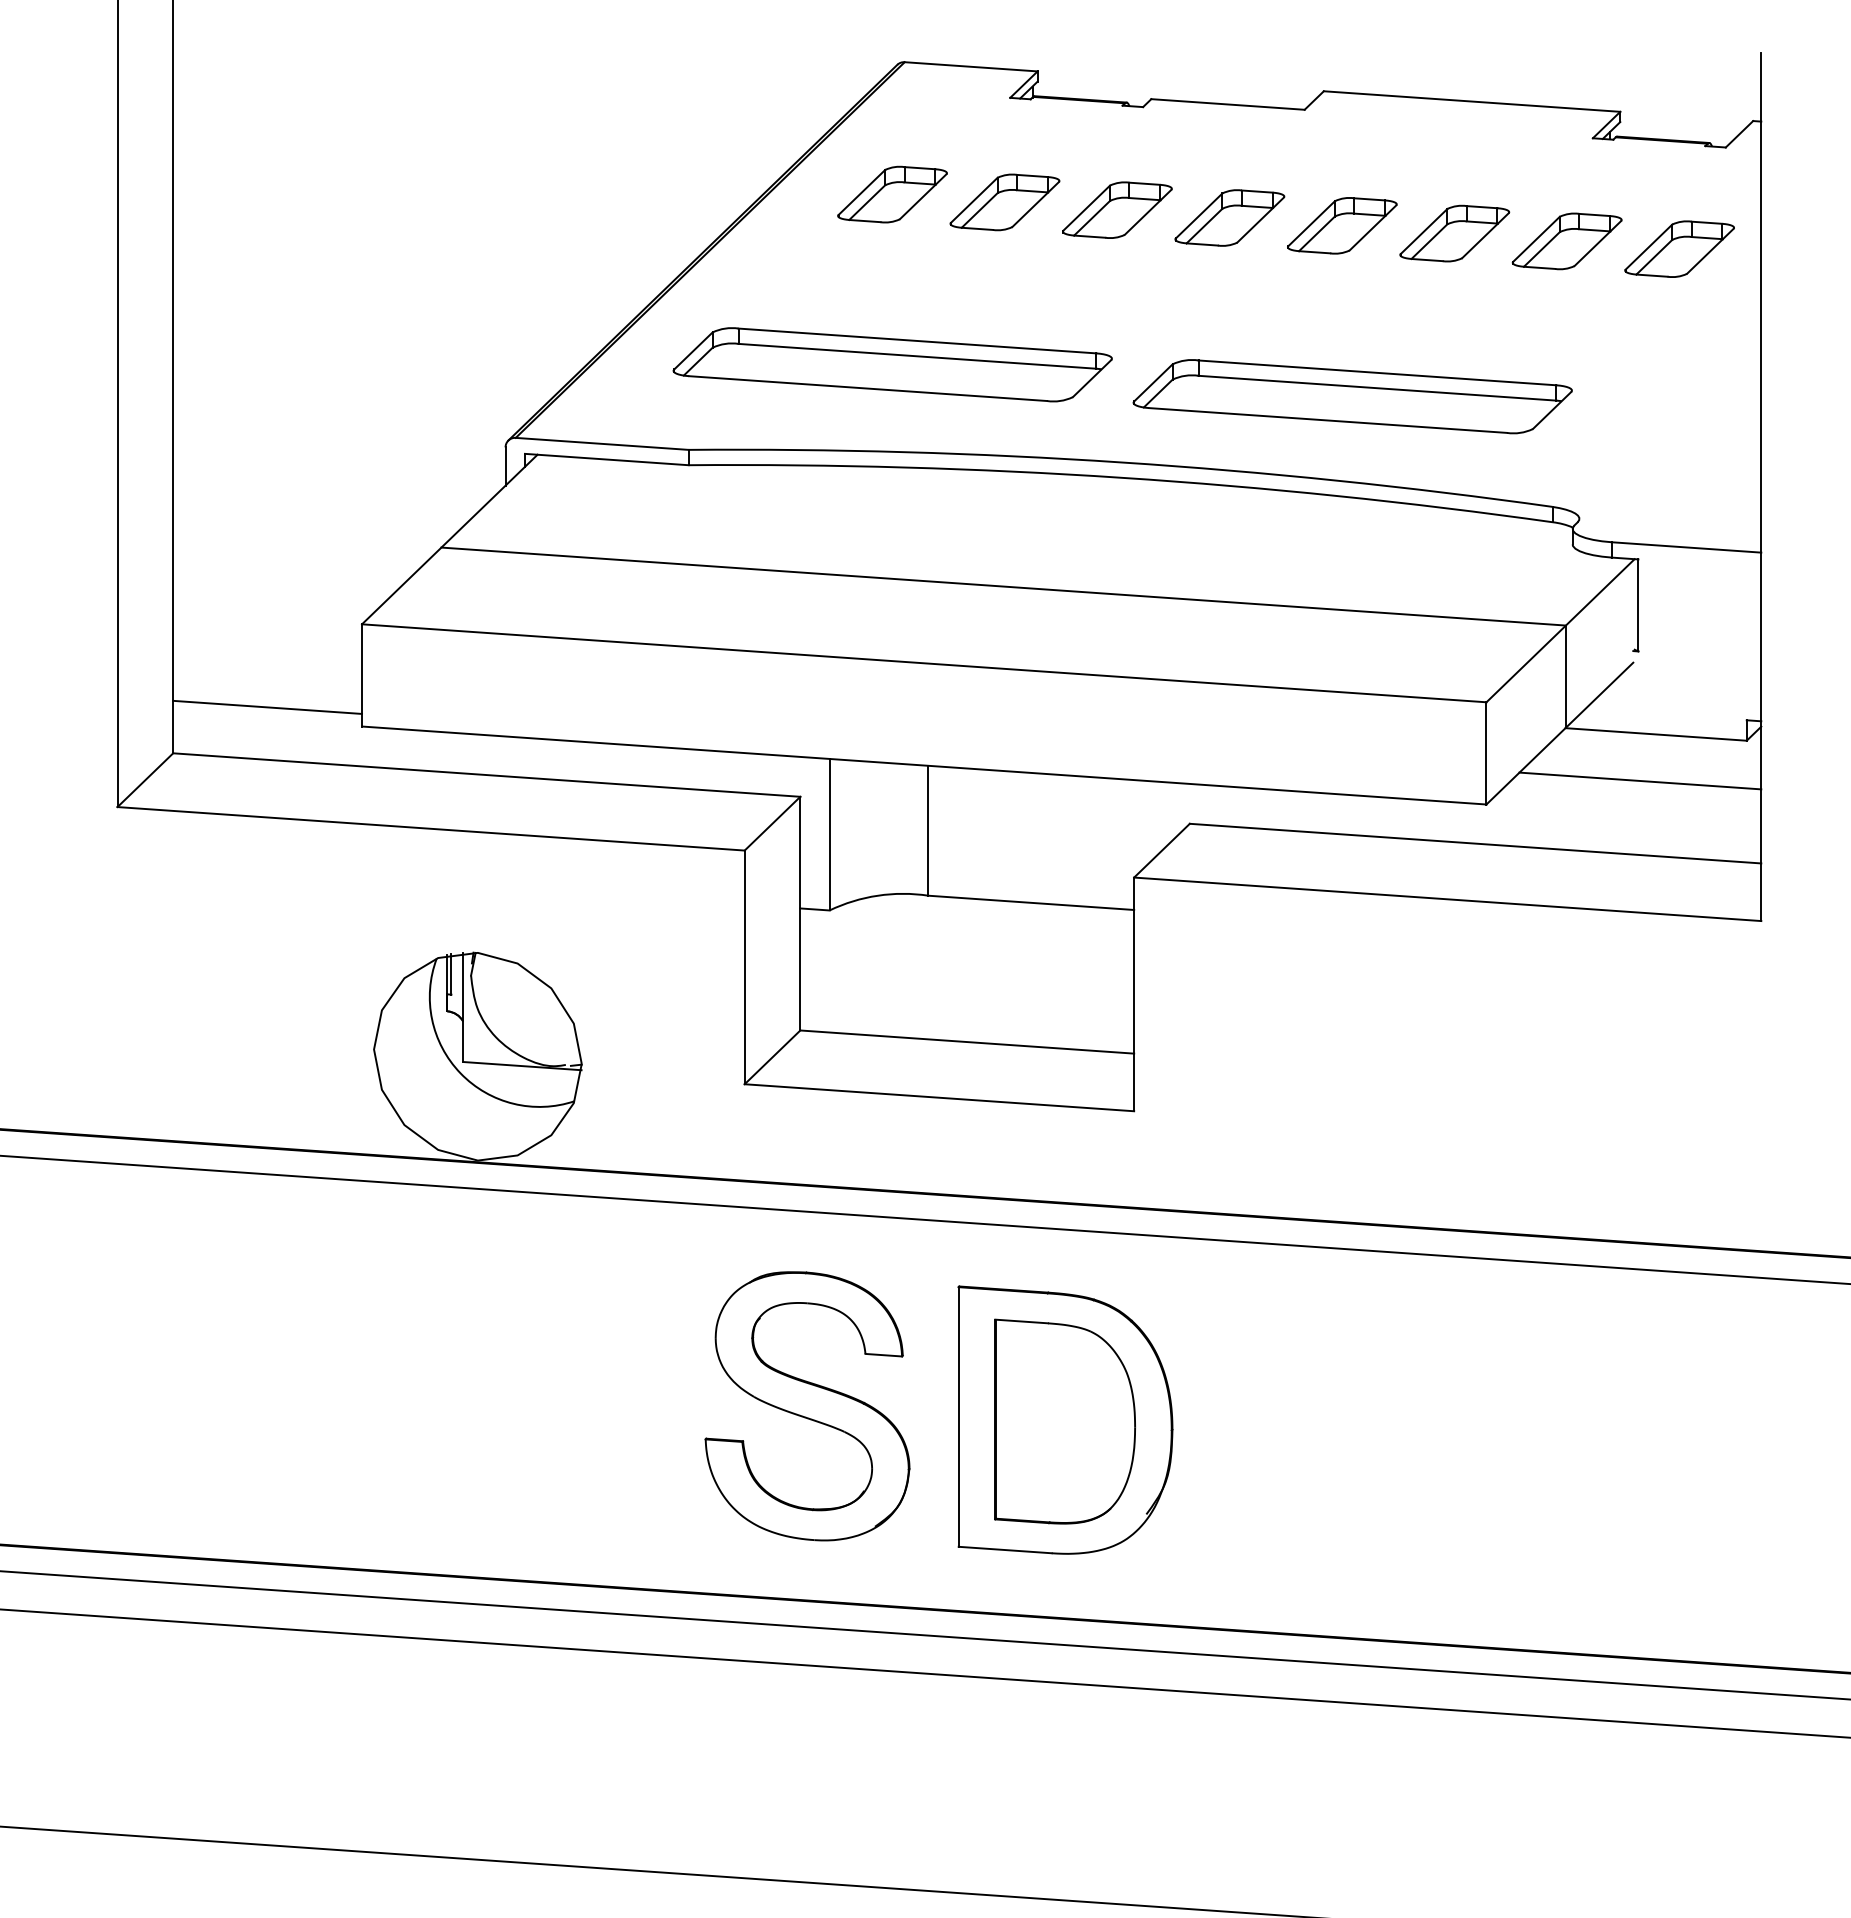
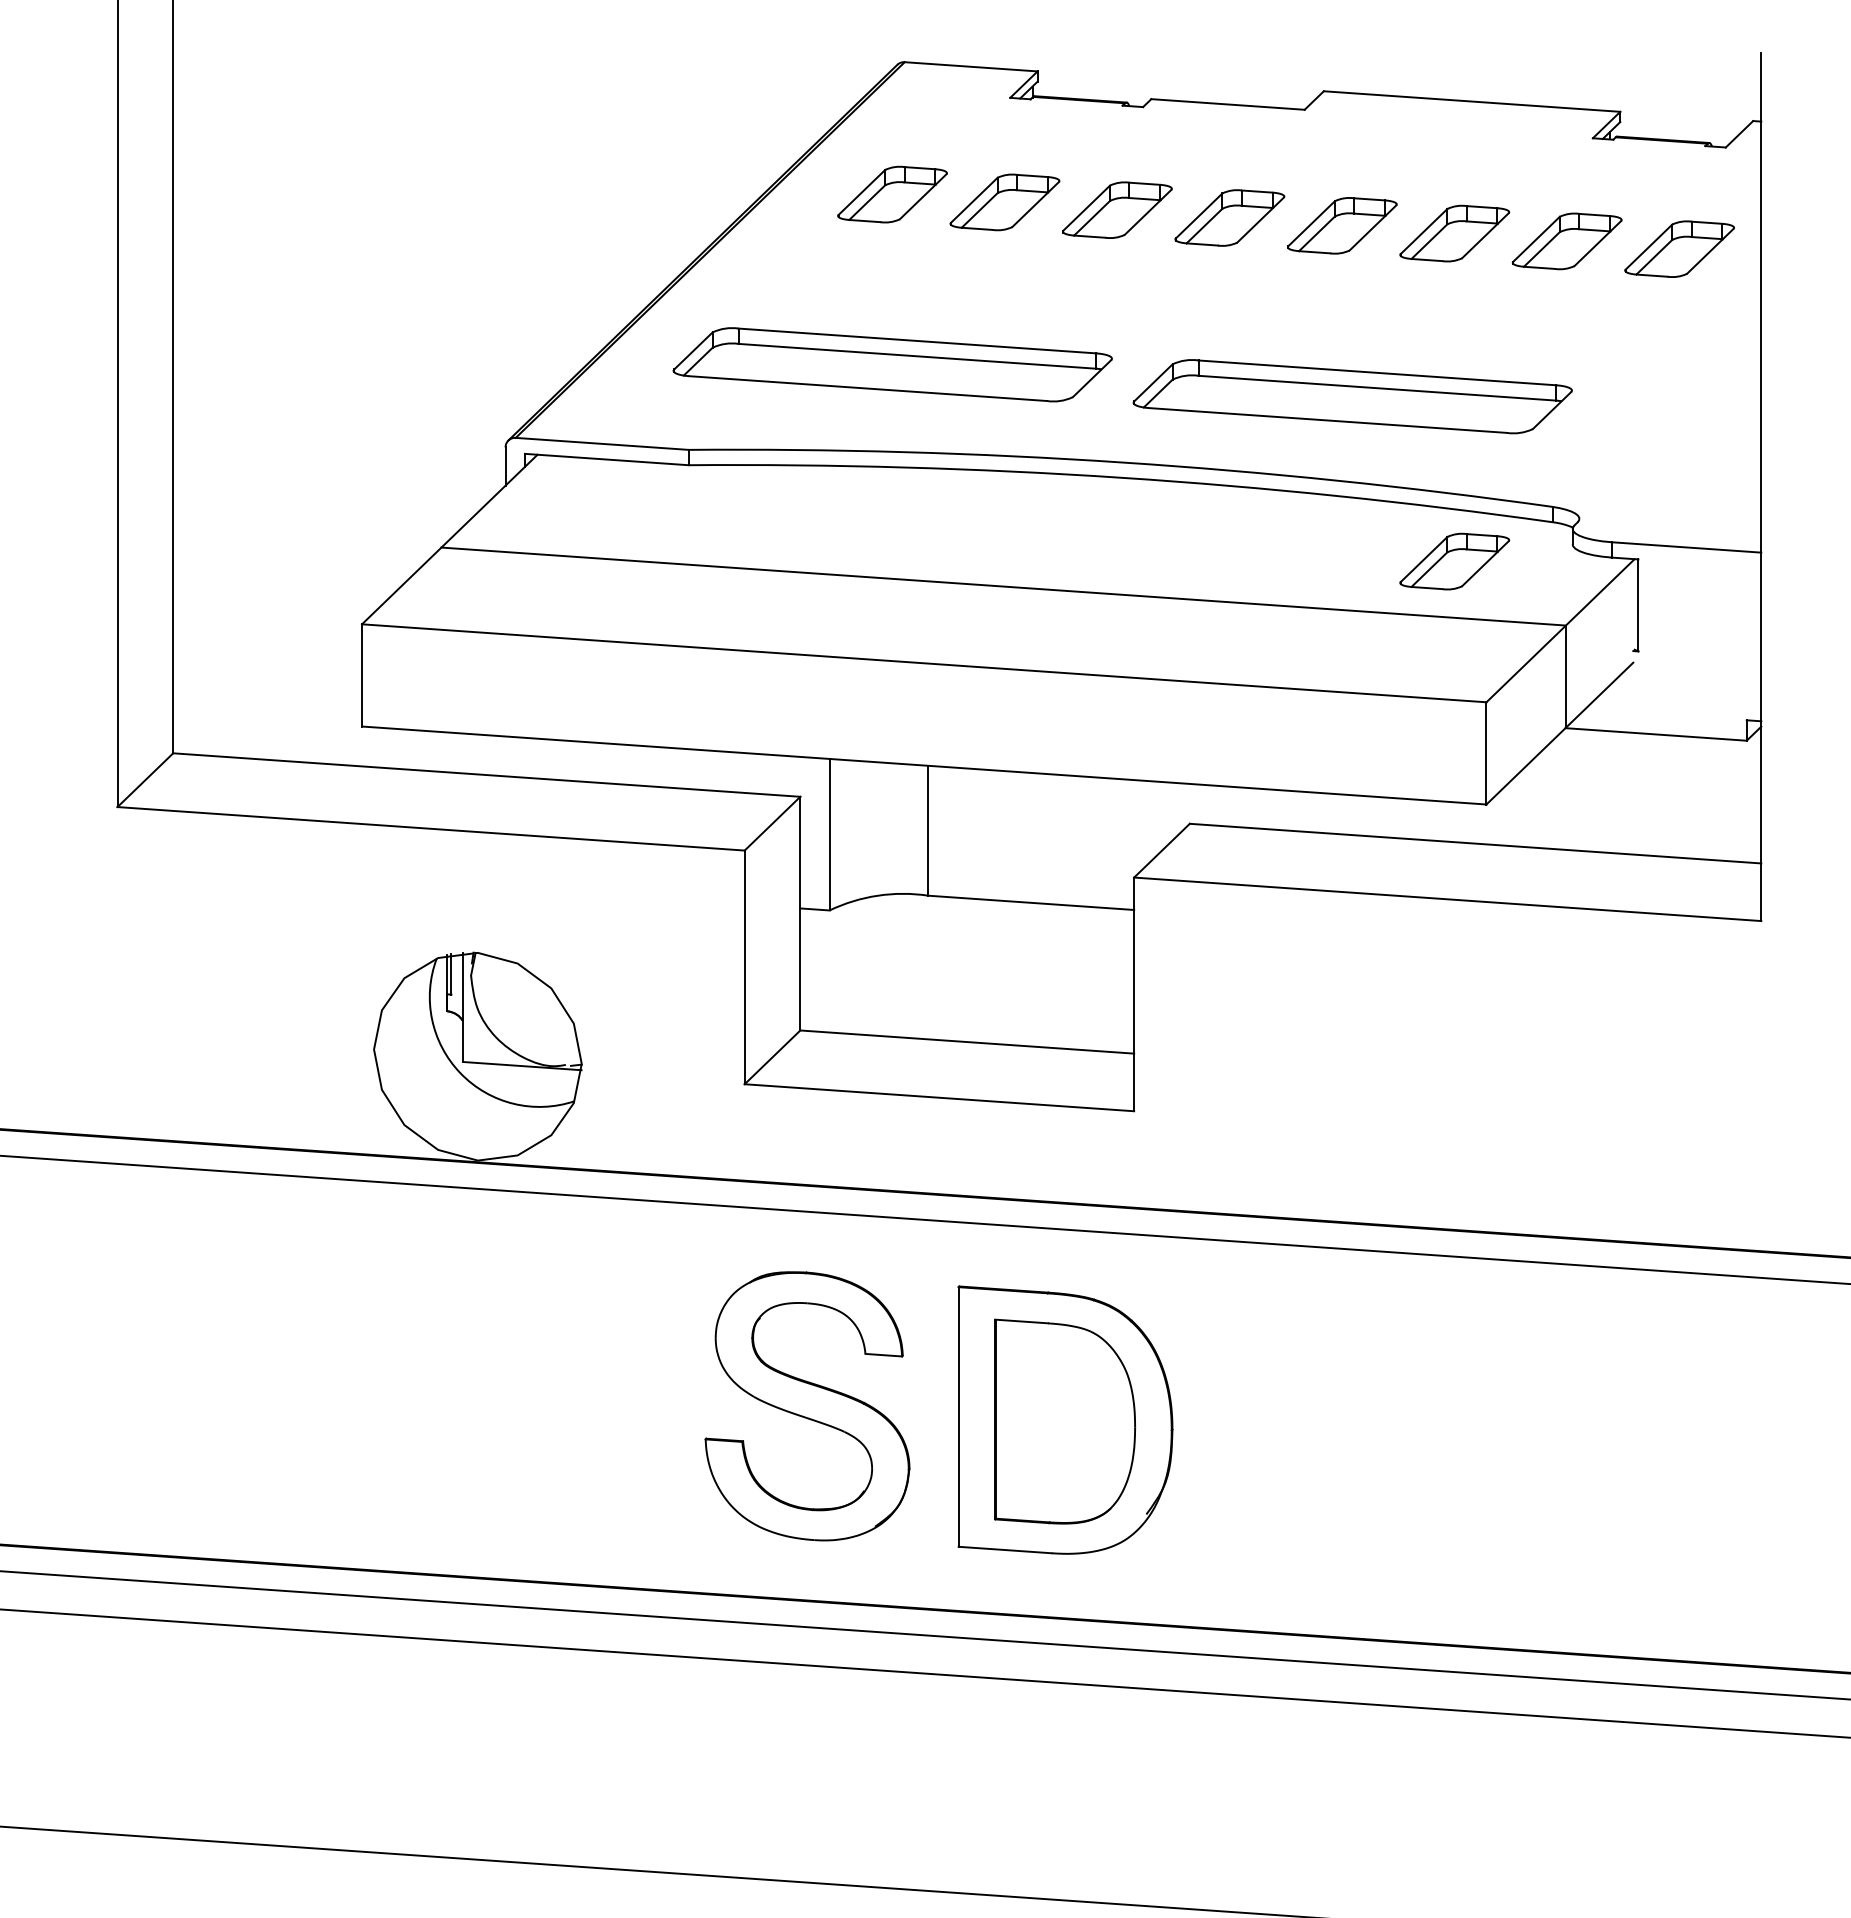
part at (1454, 561): none -> present
line at (267, 706): present -> none
line at (1640, 780): present -> none
